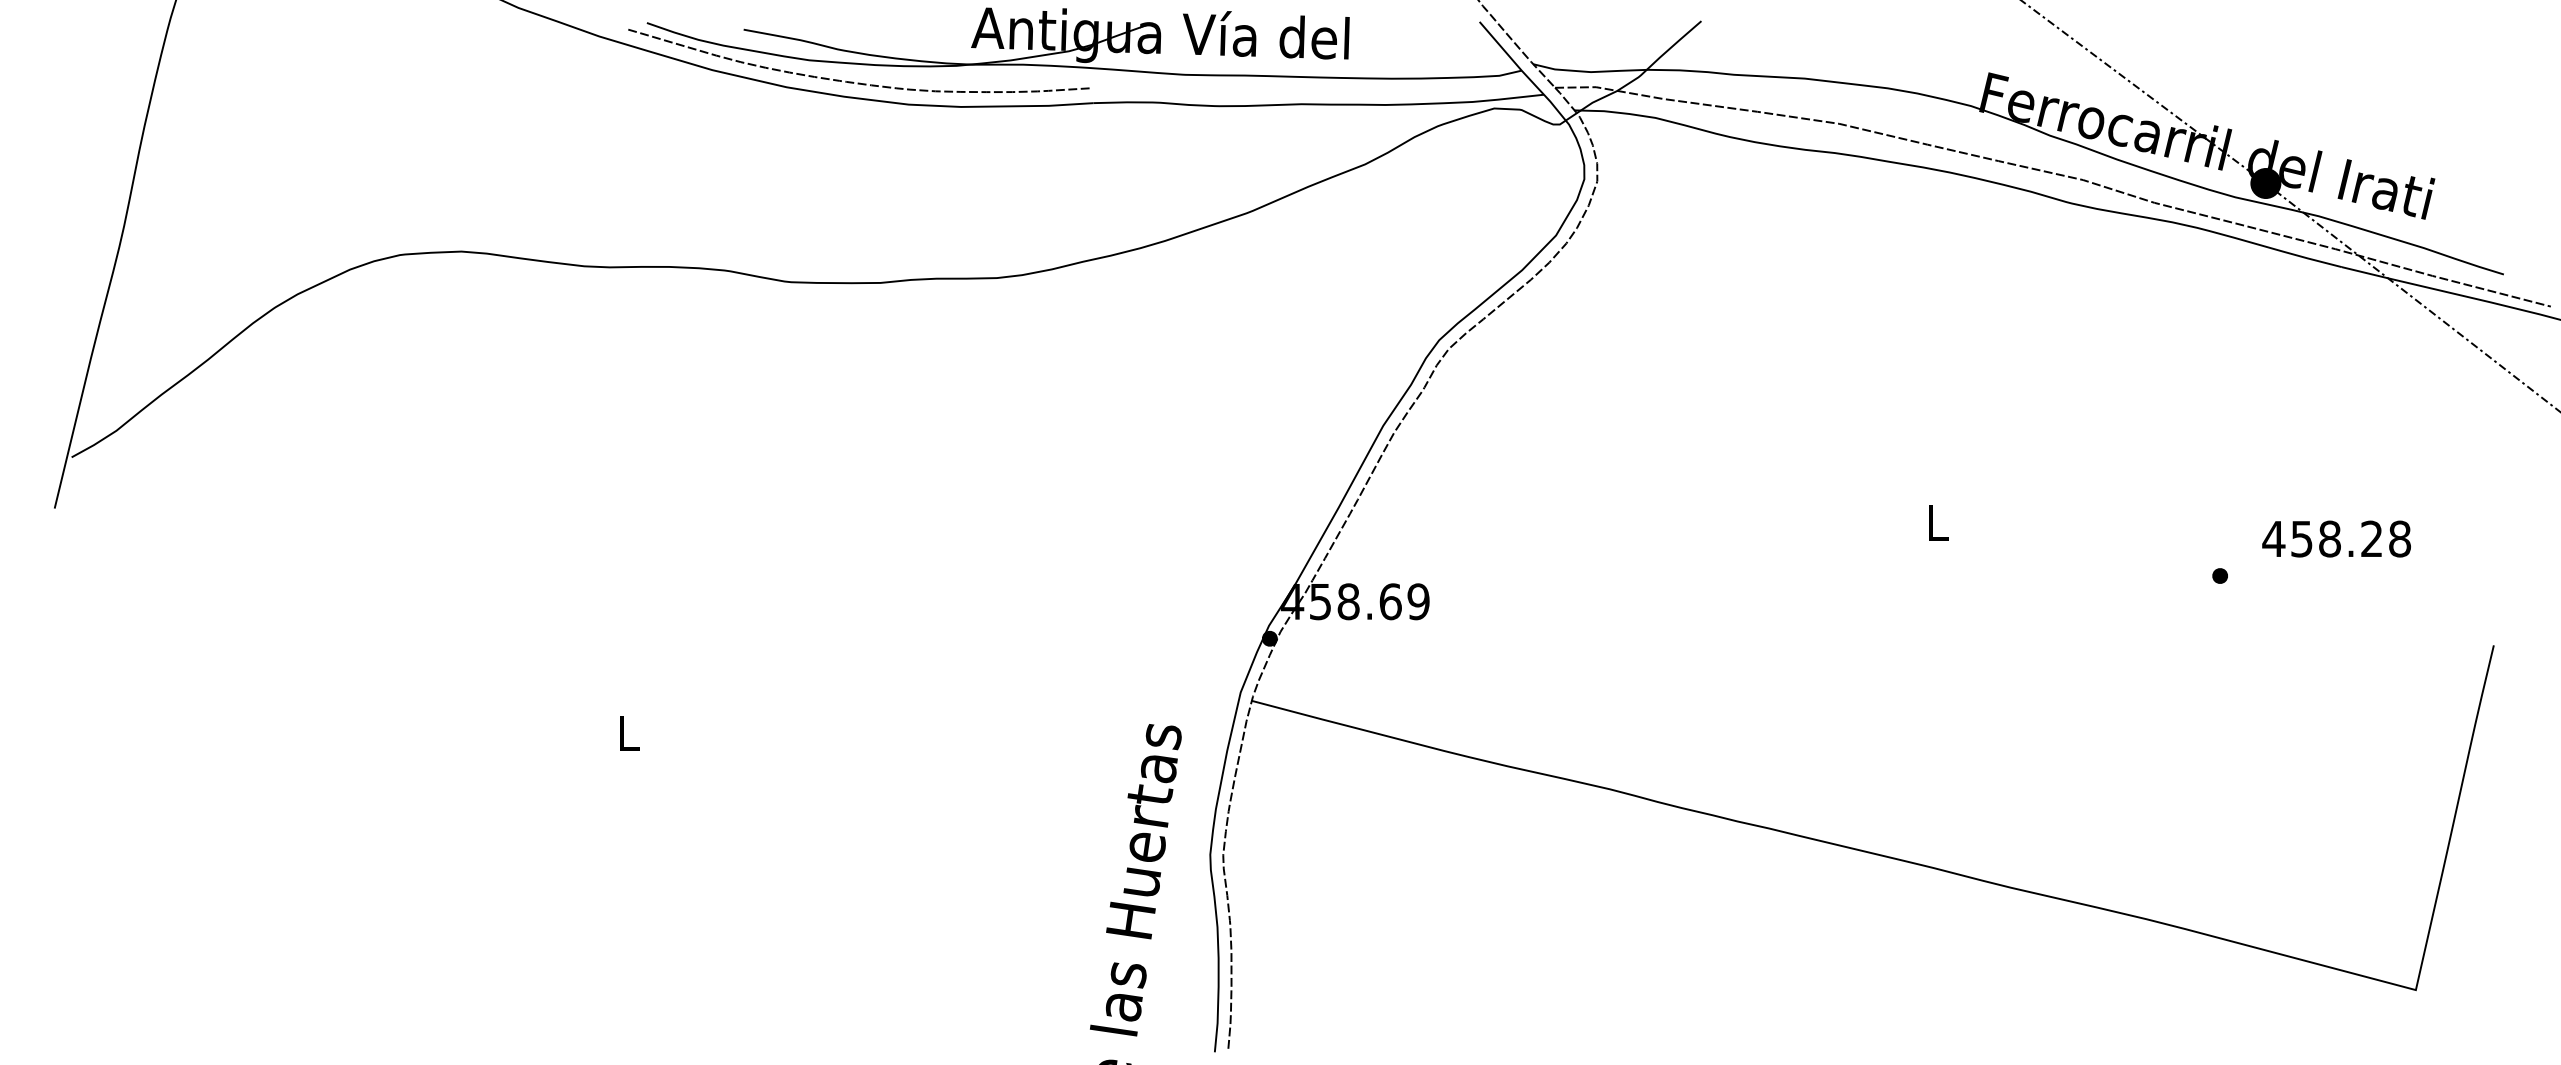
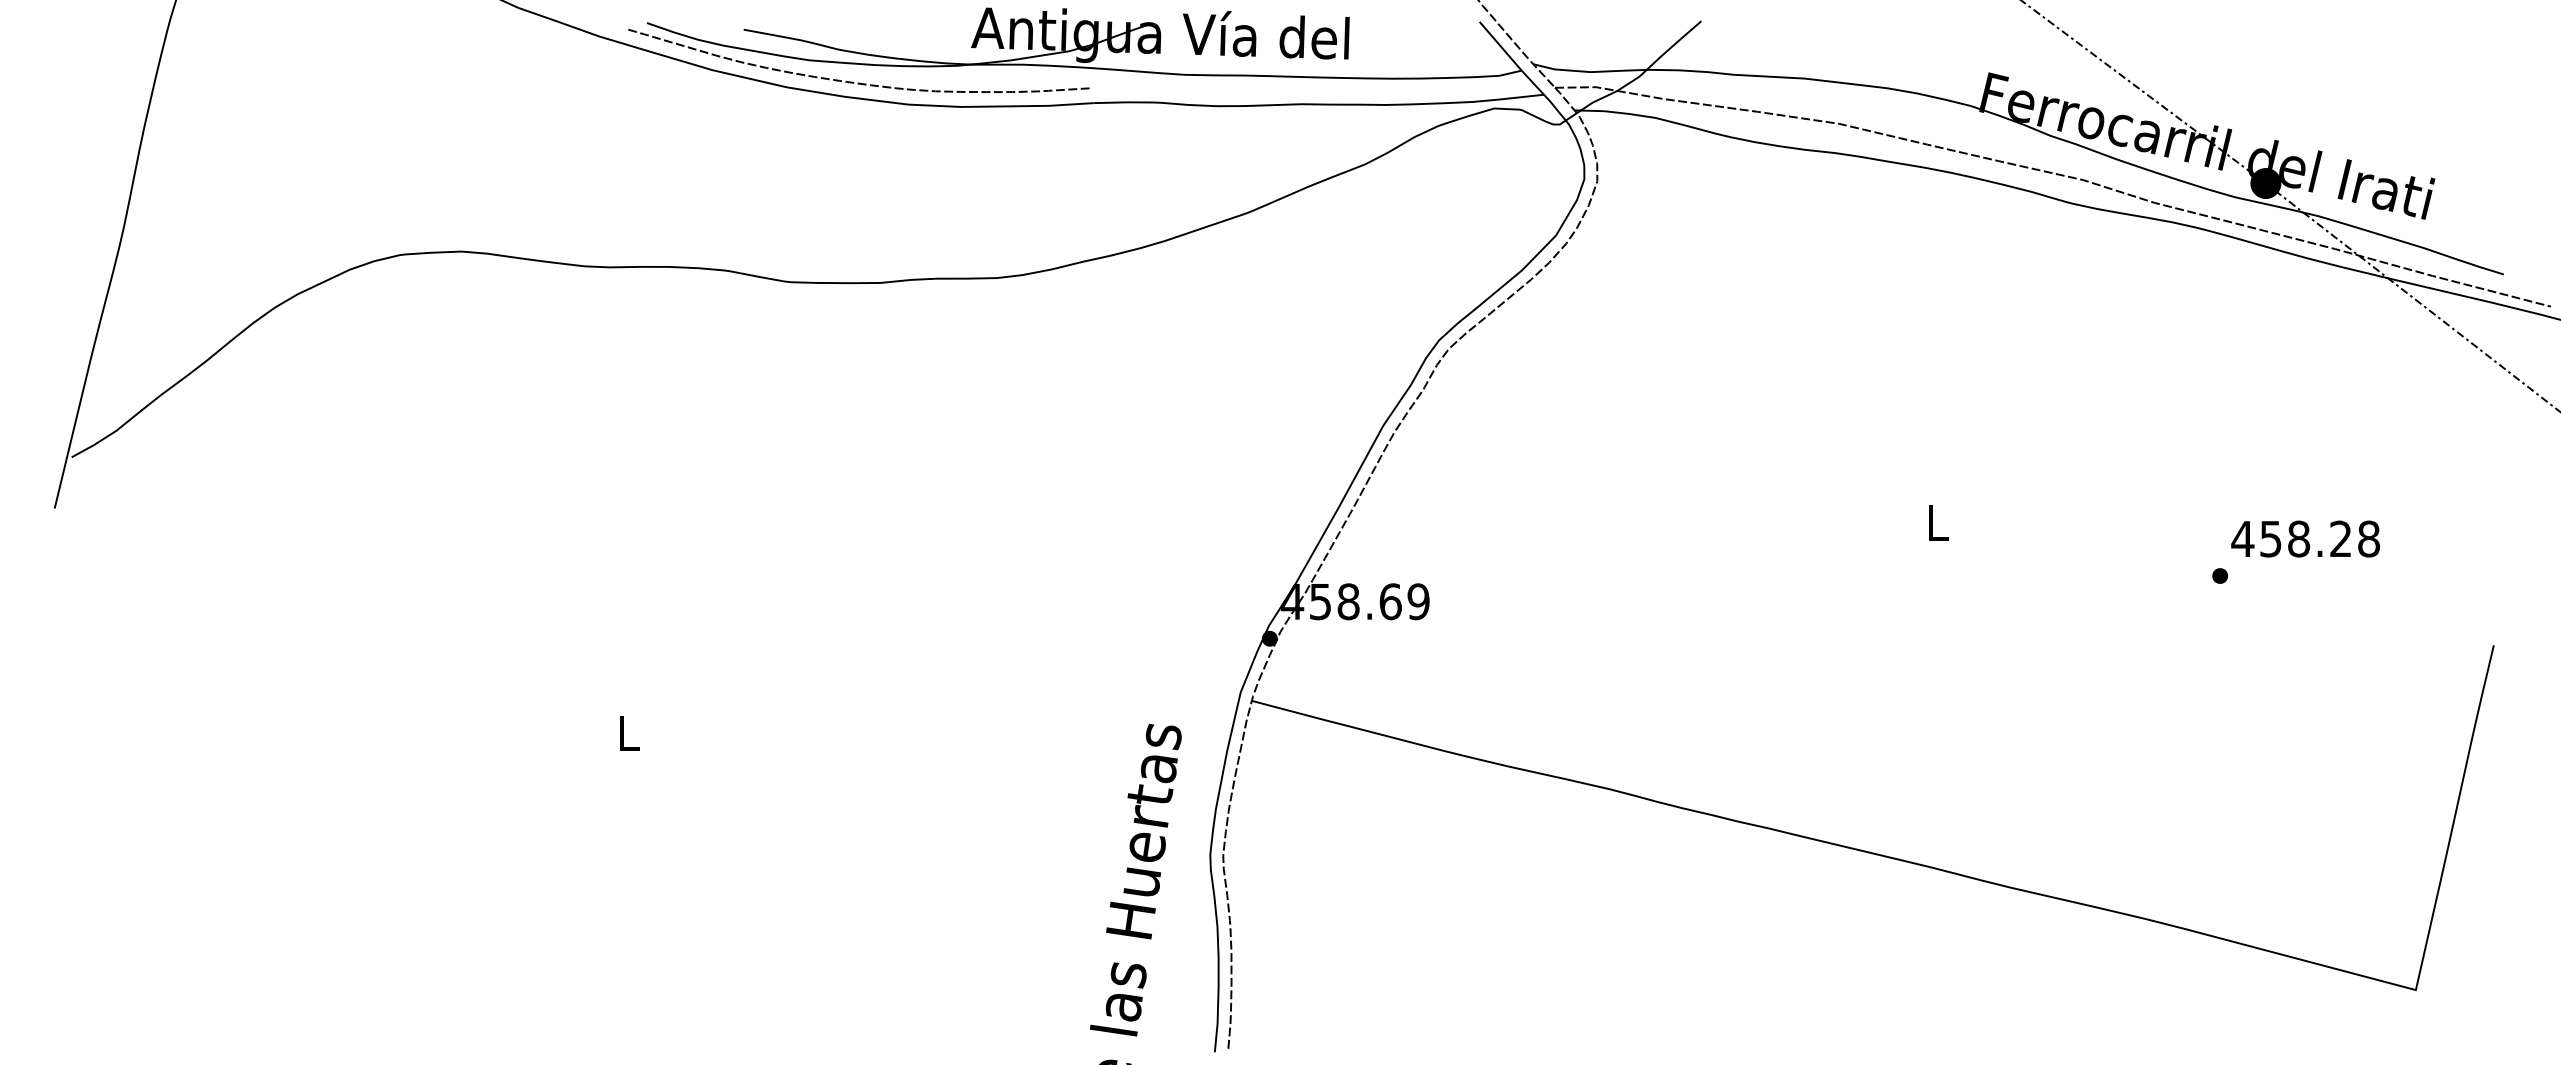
text at (2336, 538) position: (2336, 538) -> (2305, 538)
